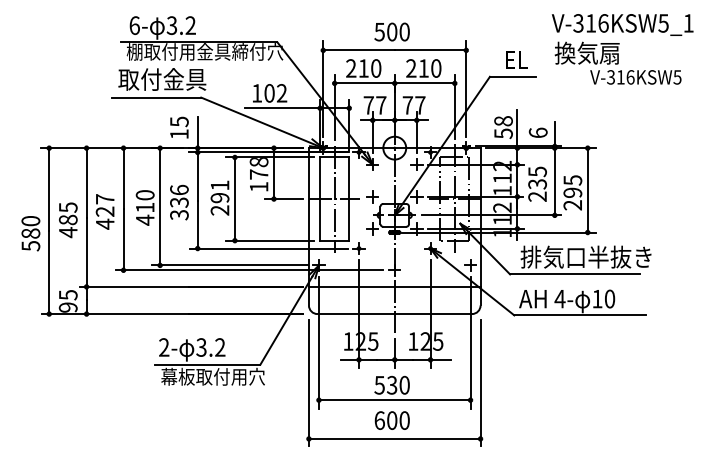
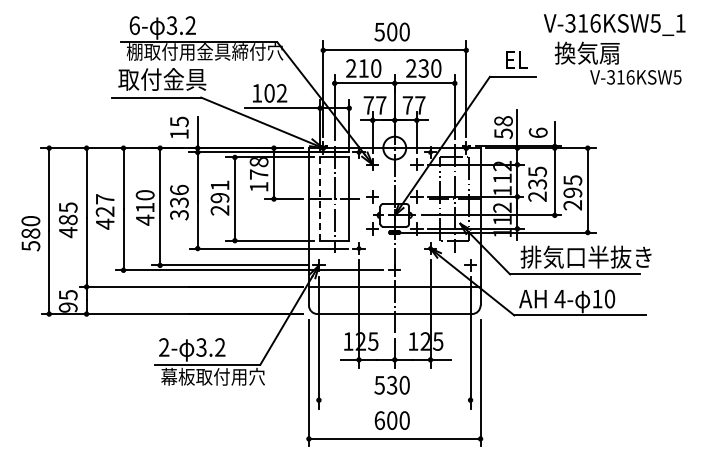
text at (622, 24) position: (622, 24) -> (614, 24)
text at (423, 68): 210 -> 230
line at (320, 199): solid -> dashed
line at (394, 400): present -> none
